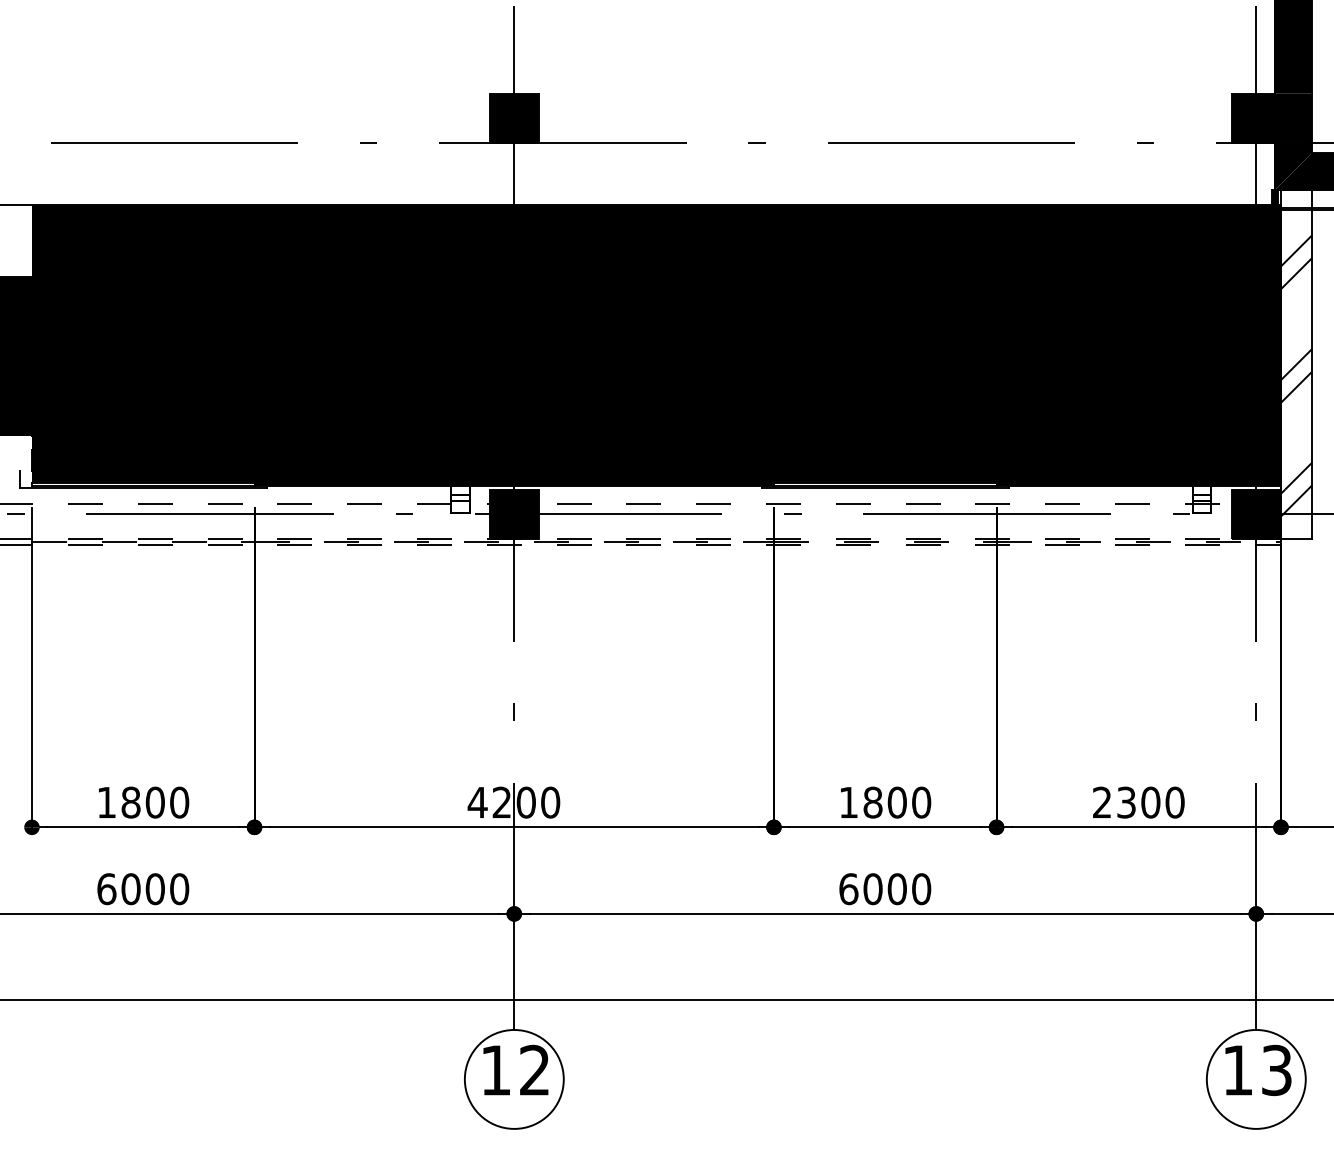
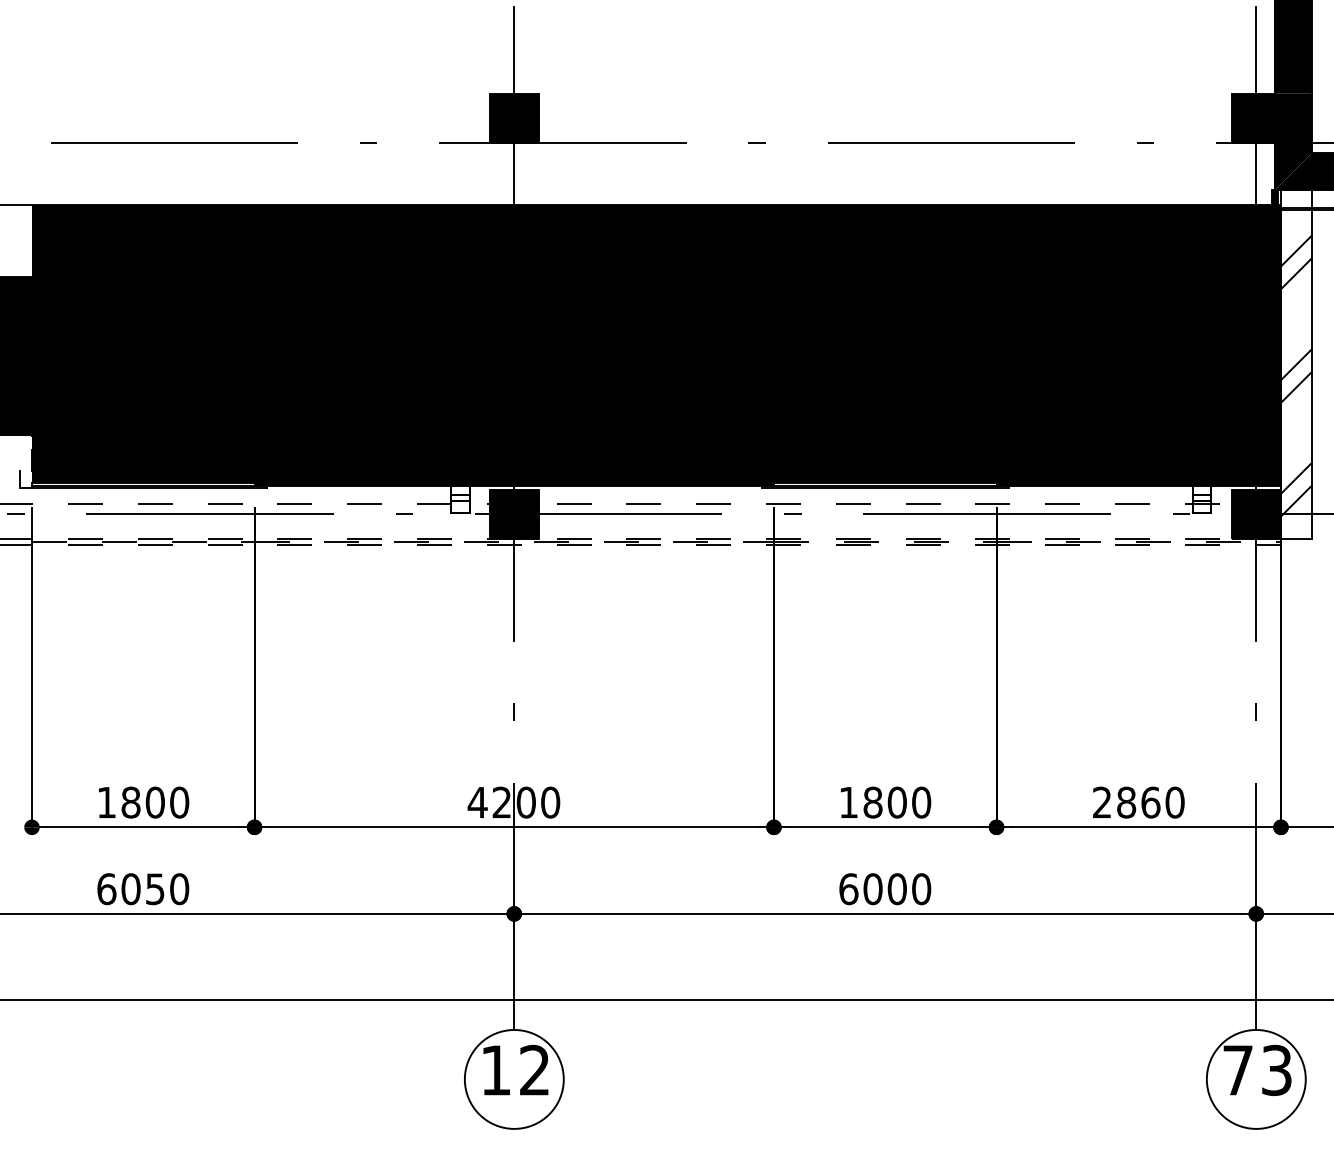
text at (1138, 802): 2300 -> 2860
text at (154, 889): 6000 -> 6050
text at (1237, 1070): 13 -> 73
